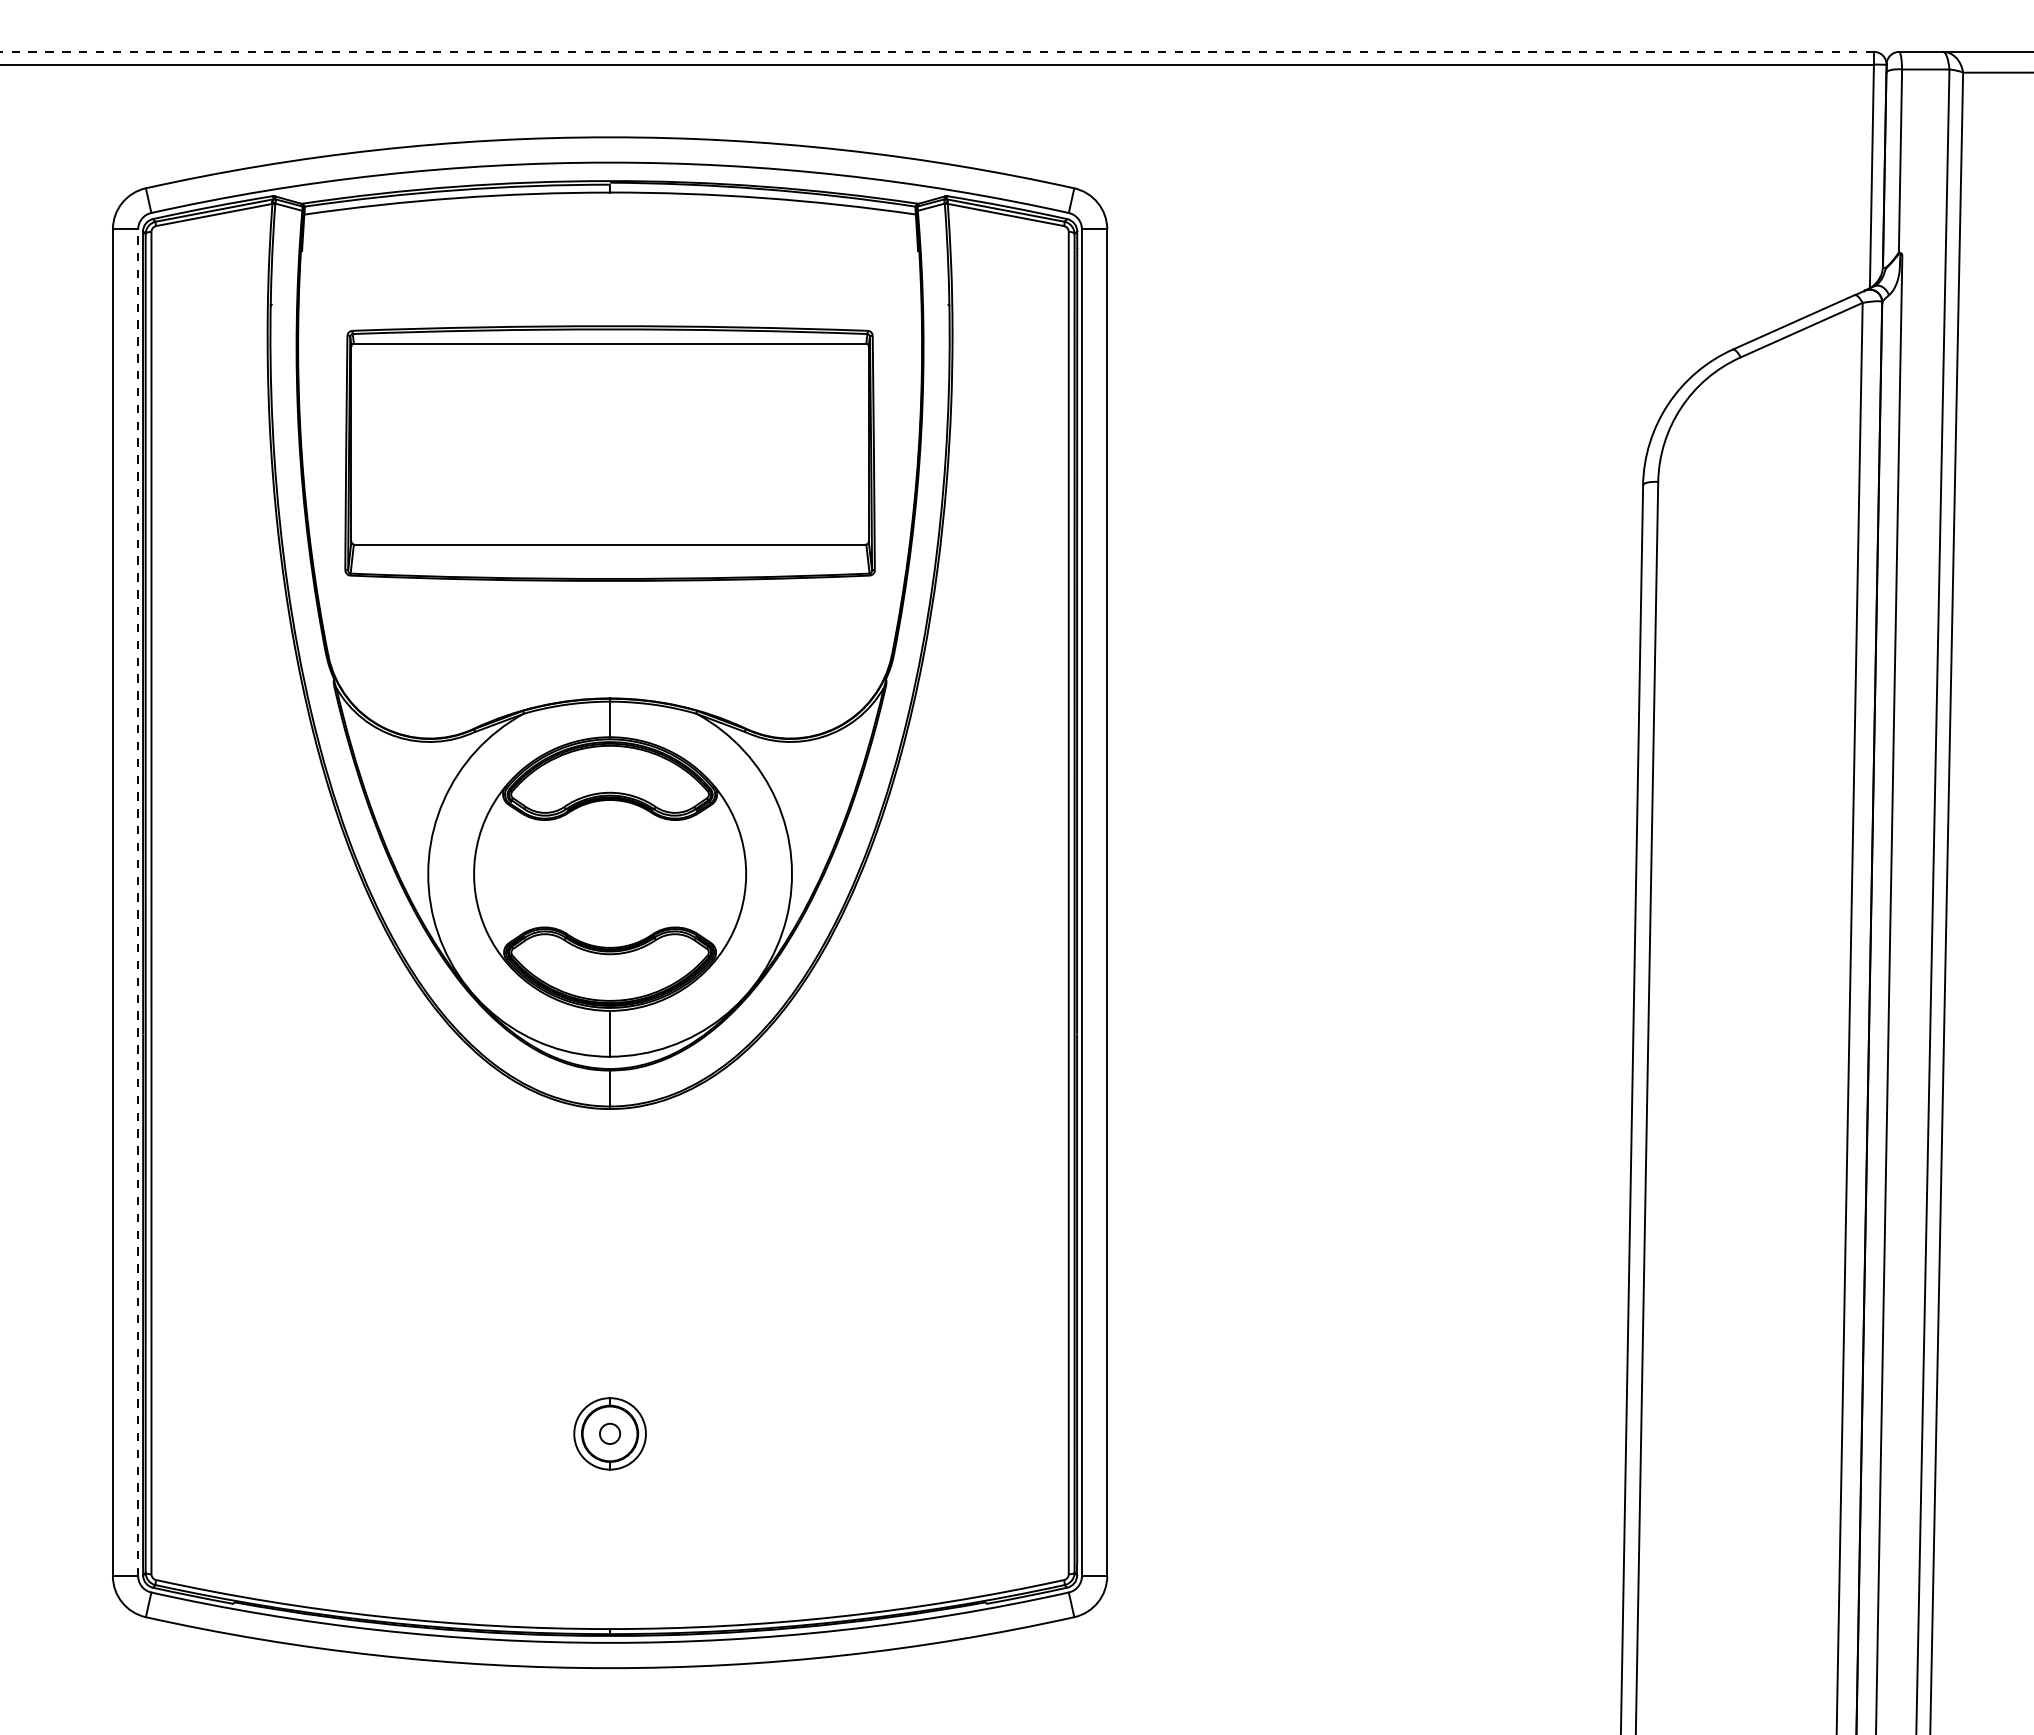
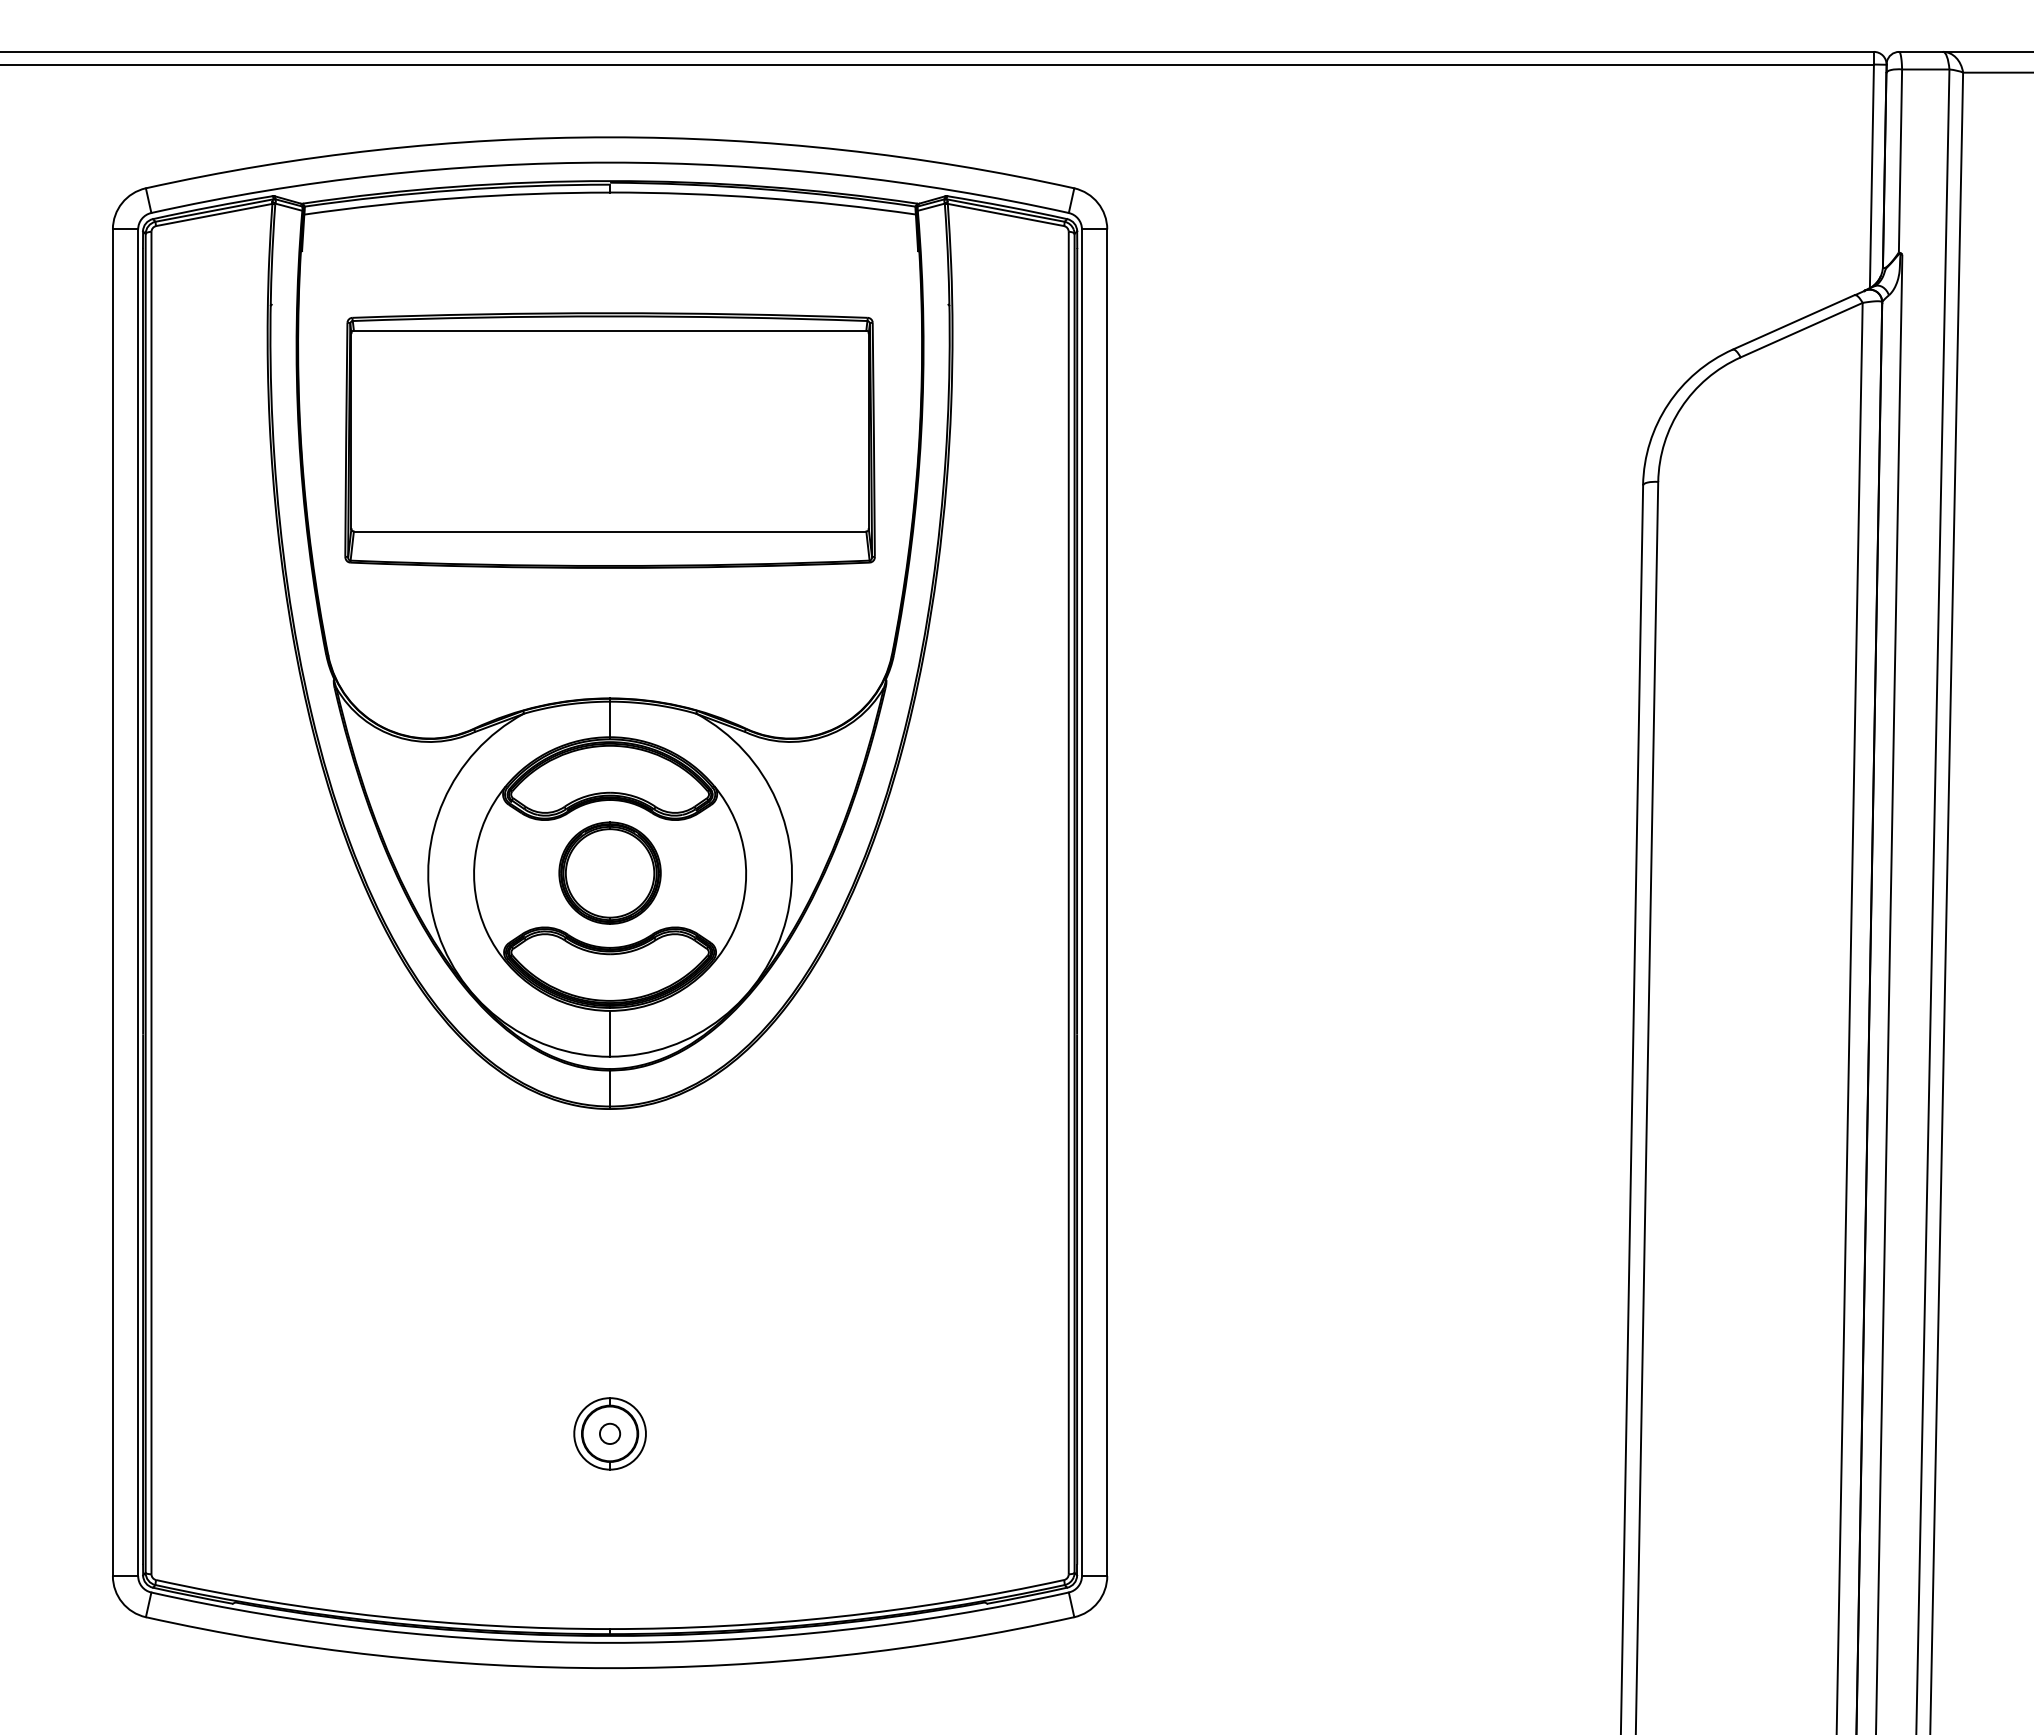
line at (937, 51): dashed -> solid
part at (609, 453) position: (609, 453) -> (609, 440)
part at (609, 872): none -> present
line at (138, 902): dashed -> solid
